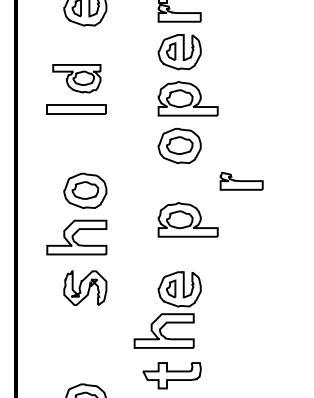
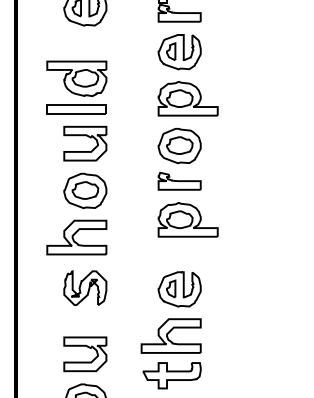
part at (76, 78) size: 50x30 px -> 62x37 px
part at (88, 137): none -> present
part at (241, 180) position: (241, 180) -> (179, 180)
part at (163, 330) position: (163, 330) -> (170, 335)
part at (85, 361): none -> present
